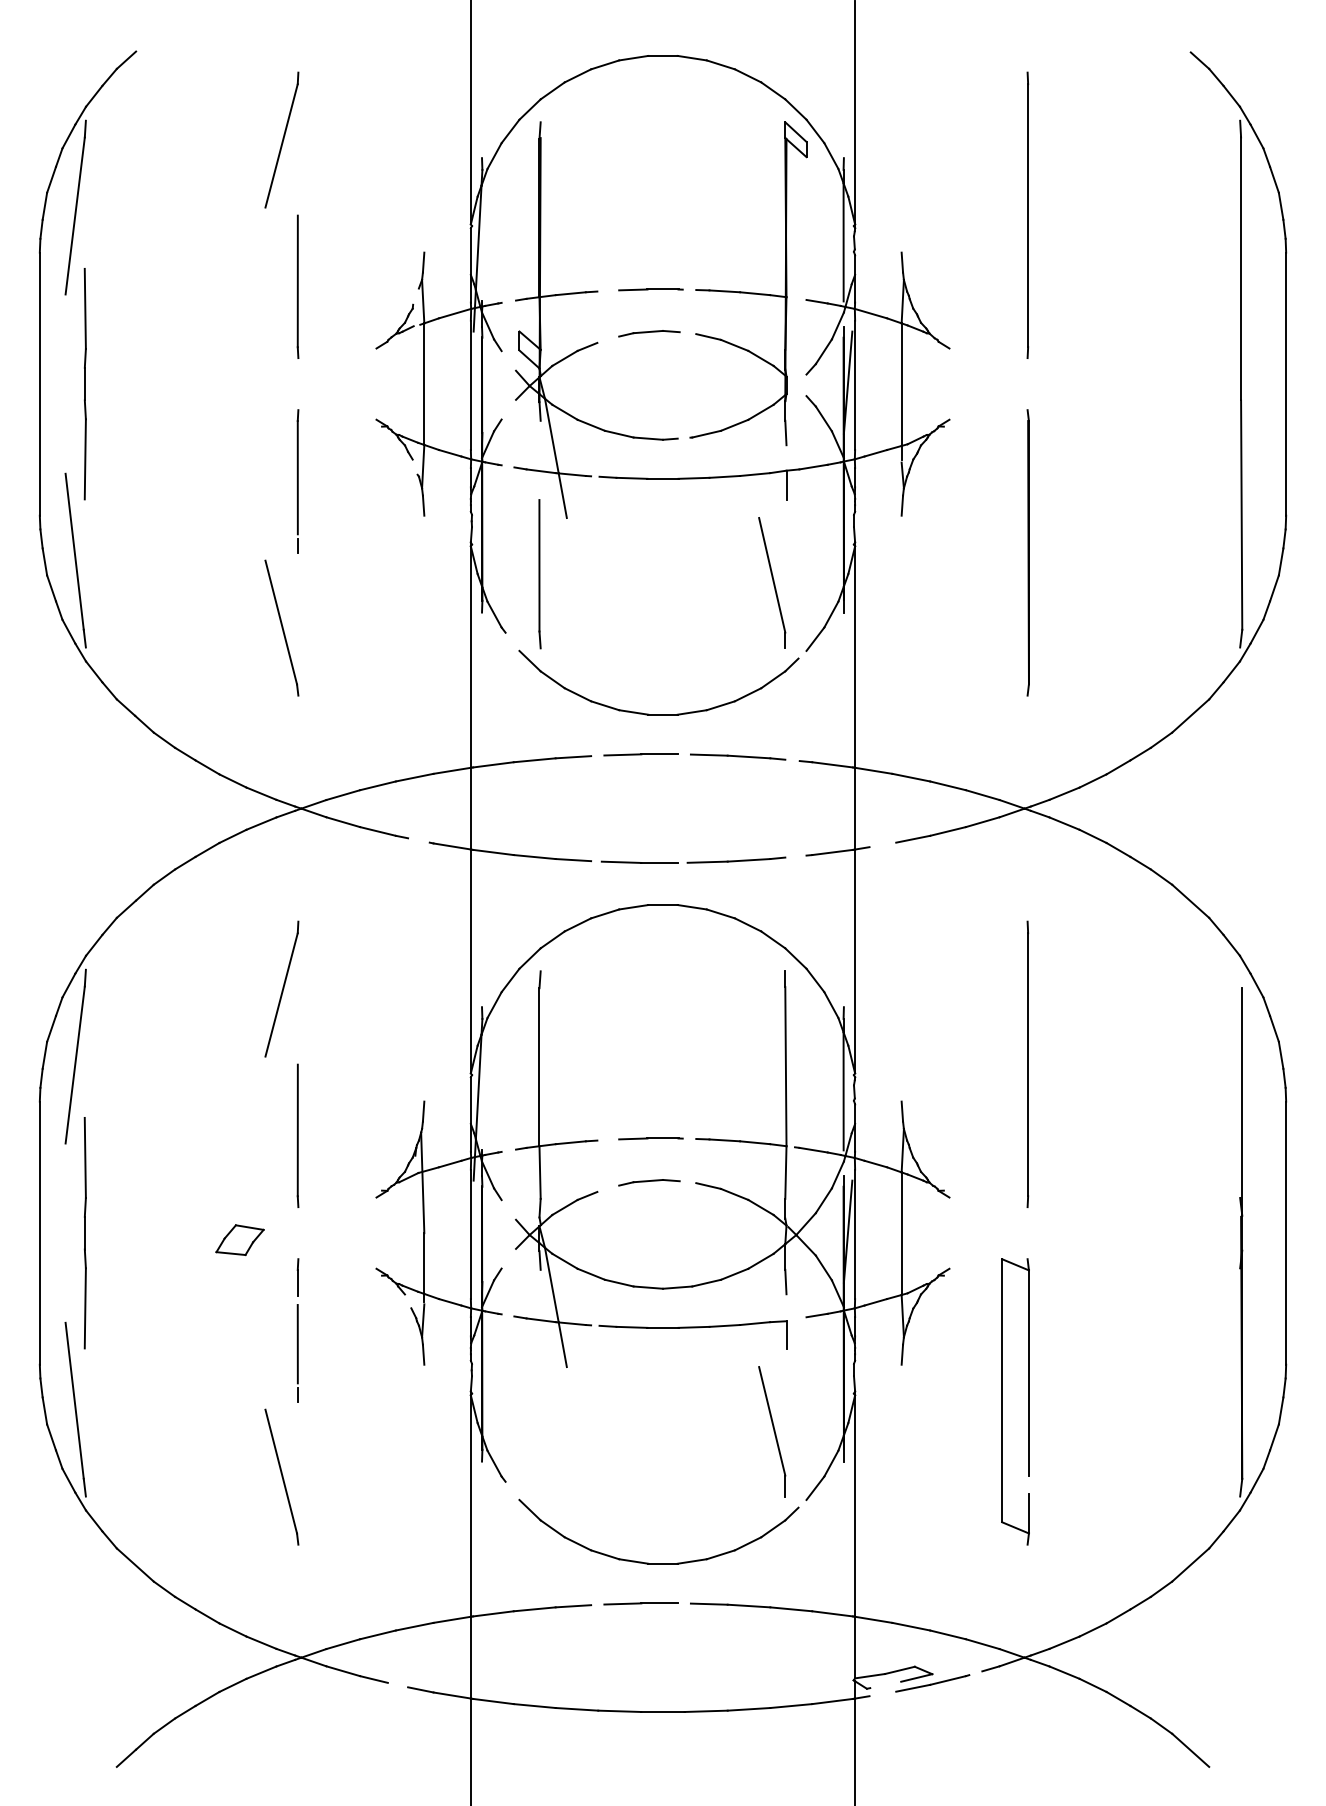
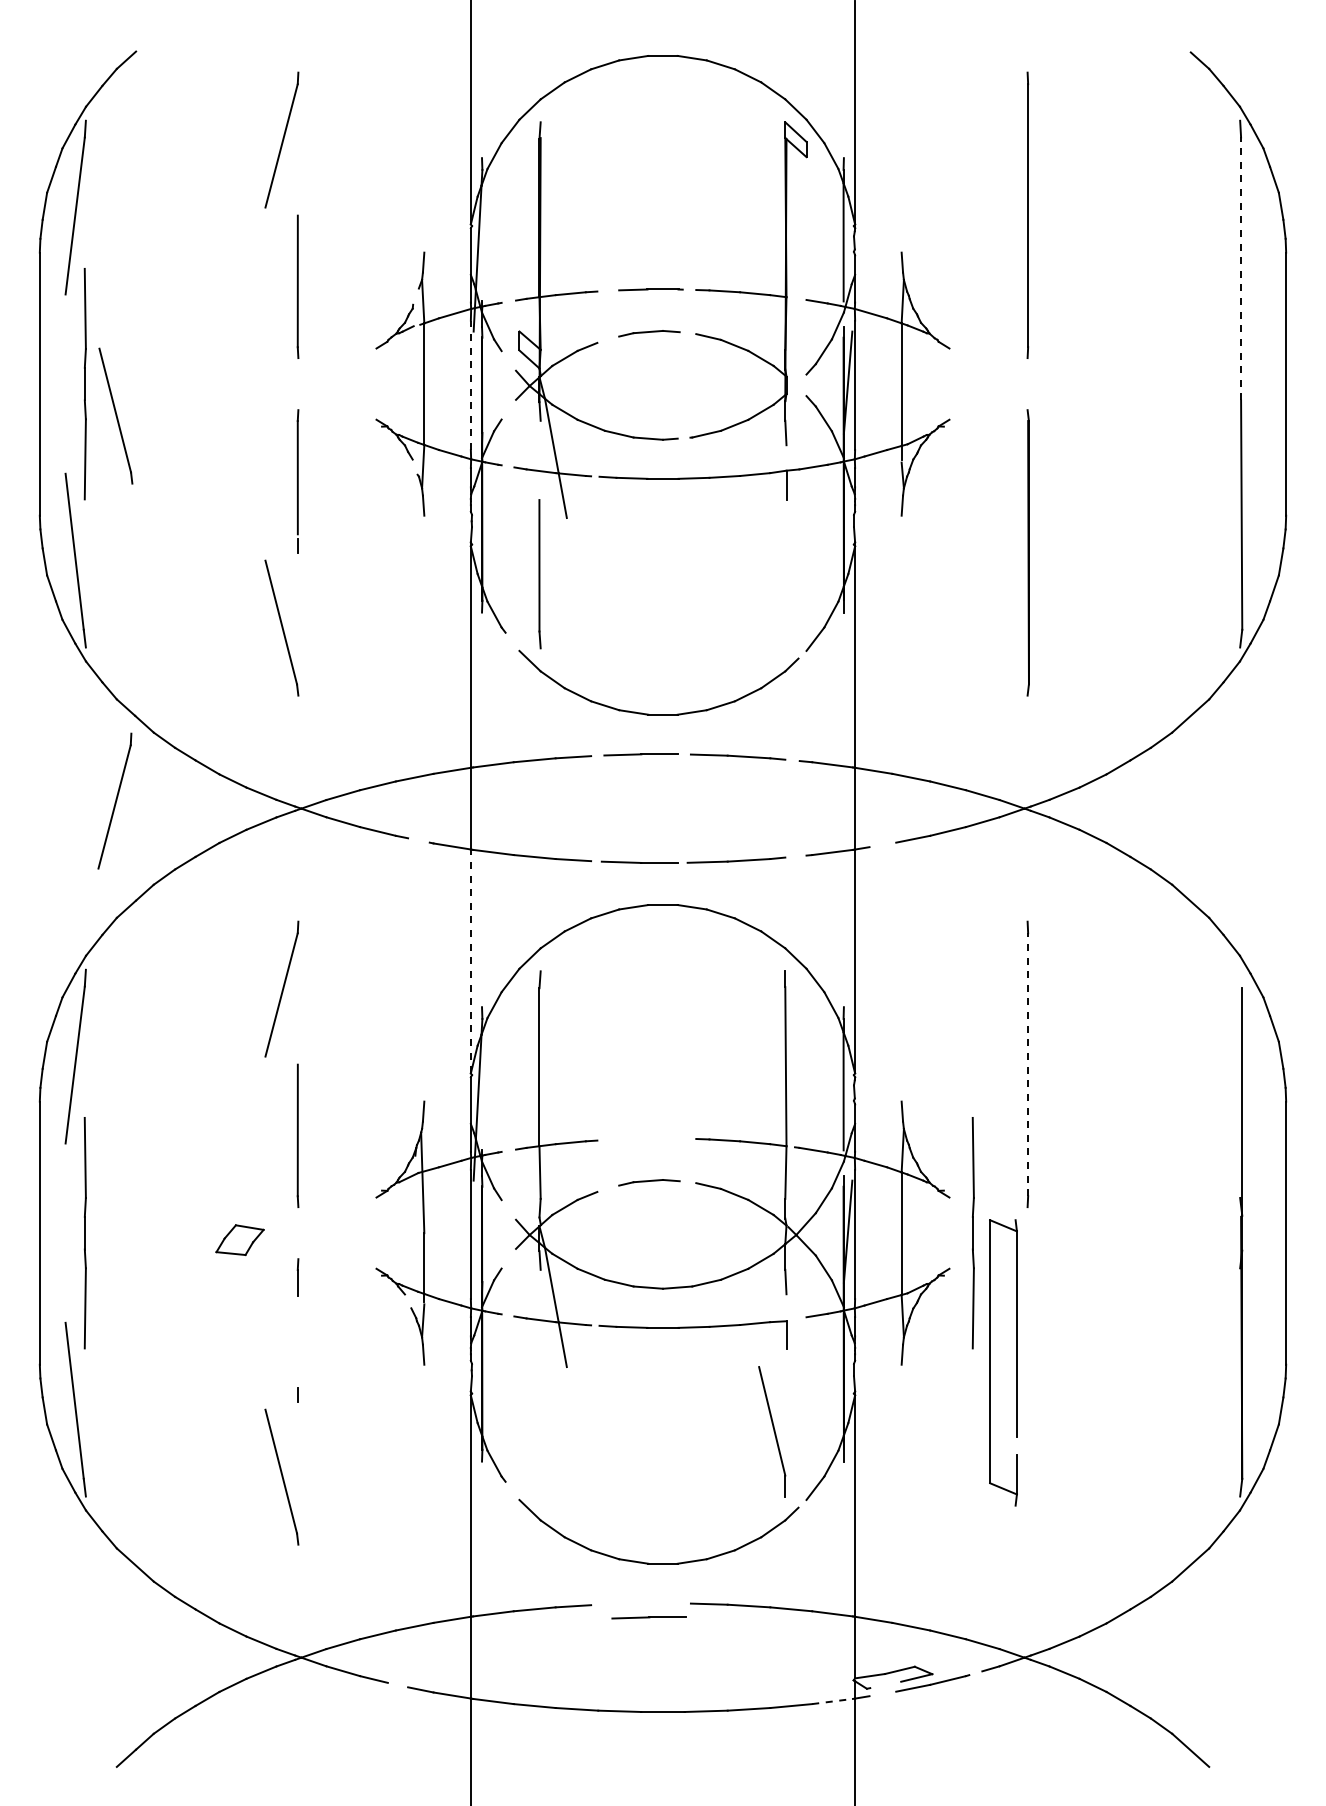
line at (1241, 268): solid -> dashed
line at (470, 385): solid -> dashed
part at (115, 415): none -> present
part at (772, 582): present -> none
part at (114, 800): none -> present
line at (470, 961): solid -> dashed
line at (1028, 1064): solid -> dashed
line at (650, 1138): present -> none
line at (972, 1233): none -> present
line at (297, 1344): present -> none
part at (1002, 1401) position: (1002, 1401) -> (990, 1362)
line at (640, 1603) position: (640, 1603) -> (648, 1617)
line at (832, 1701): solid -> dashed
